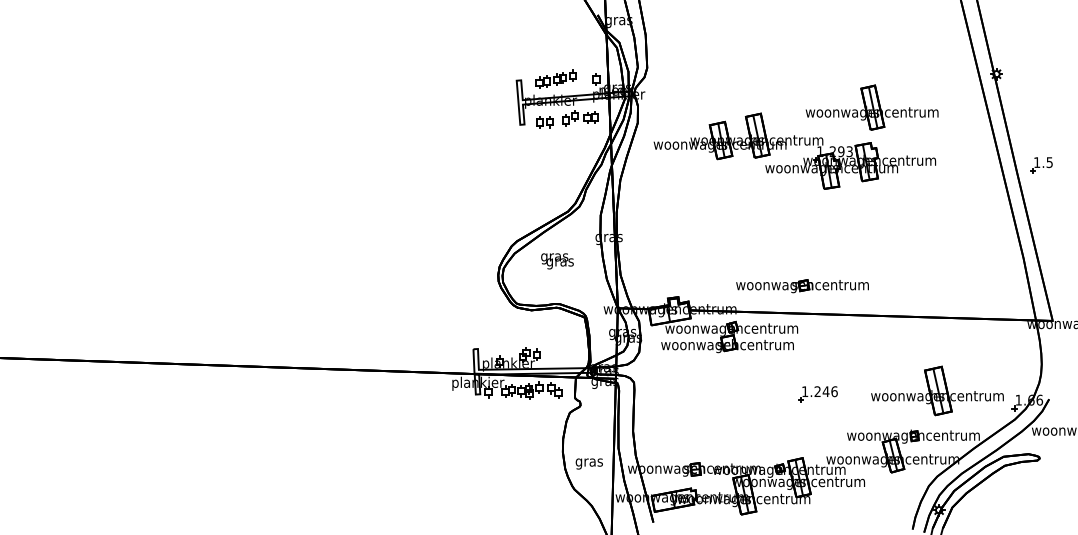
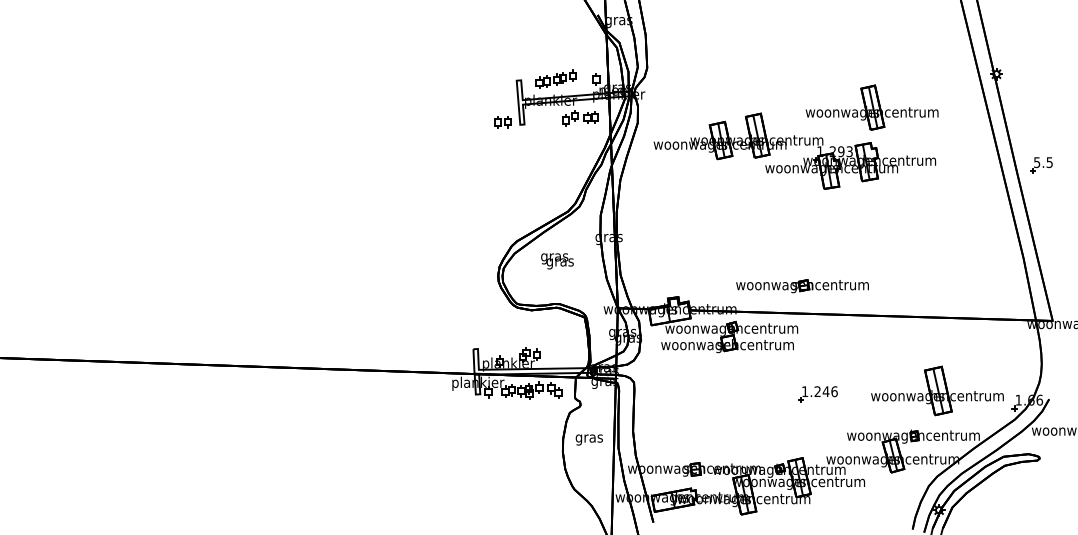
part at (544, 122) position: (544, 122) -> (502, 122)
text at (1037, 162): 1.5 -> 5.5
text at (588, 463) position: (588, 463) -> (588, 439)
